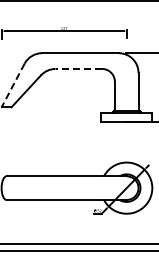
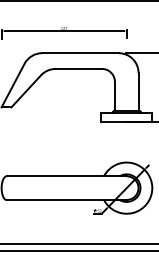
line at (78, 68): dashed -> solid
line at (13, 85): dashed -> solid
